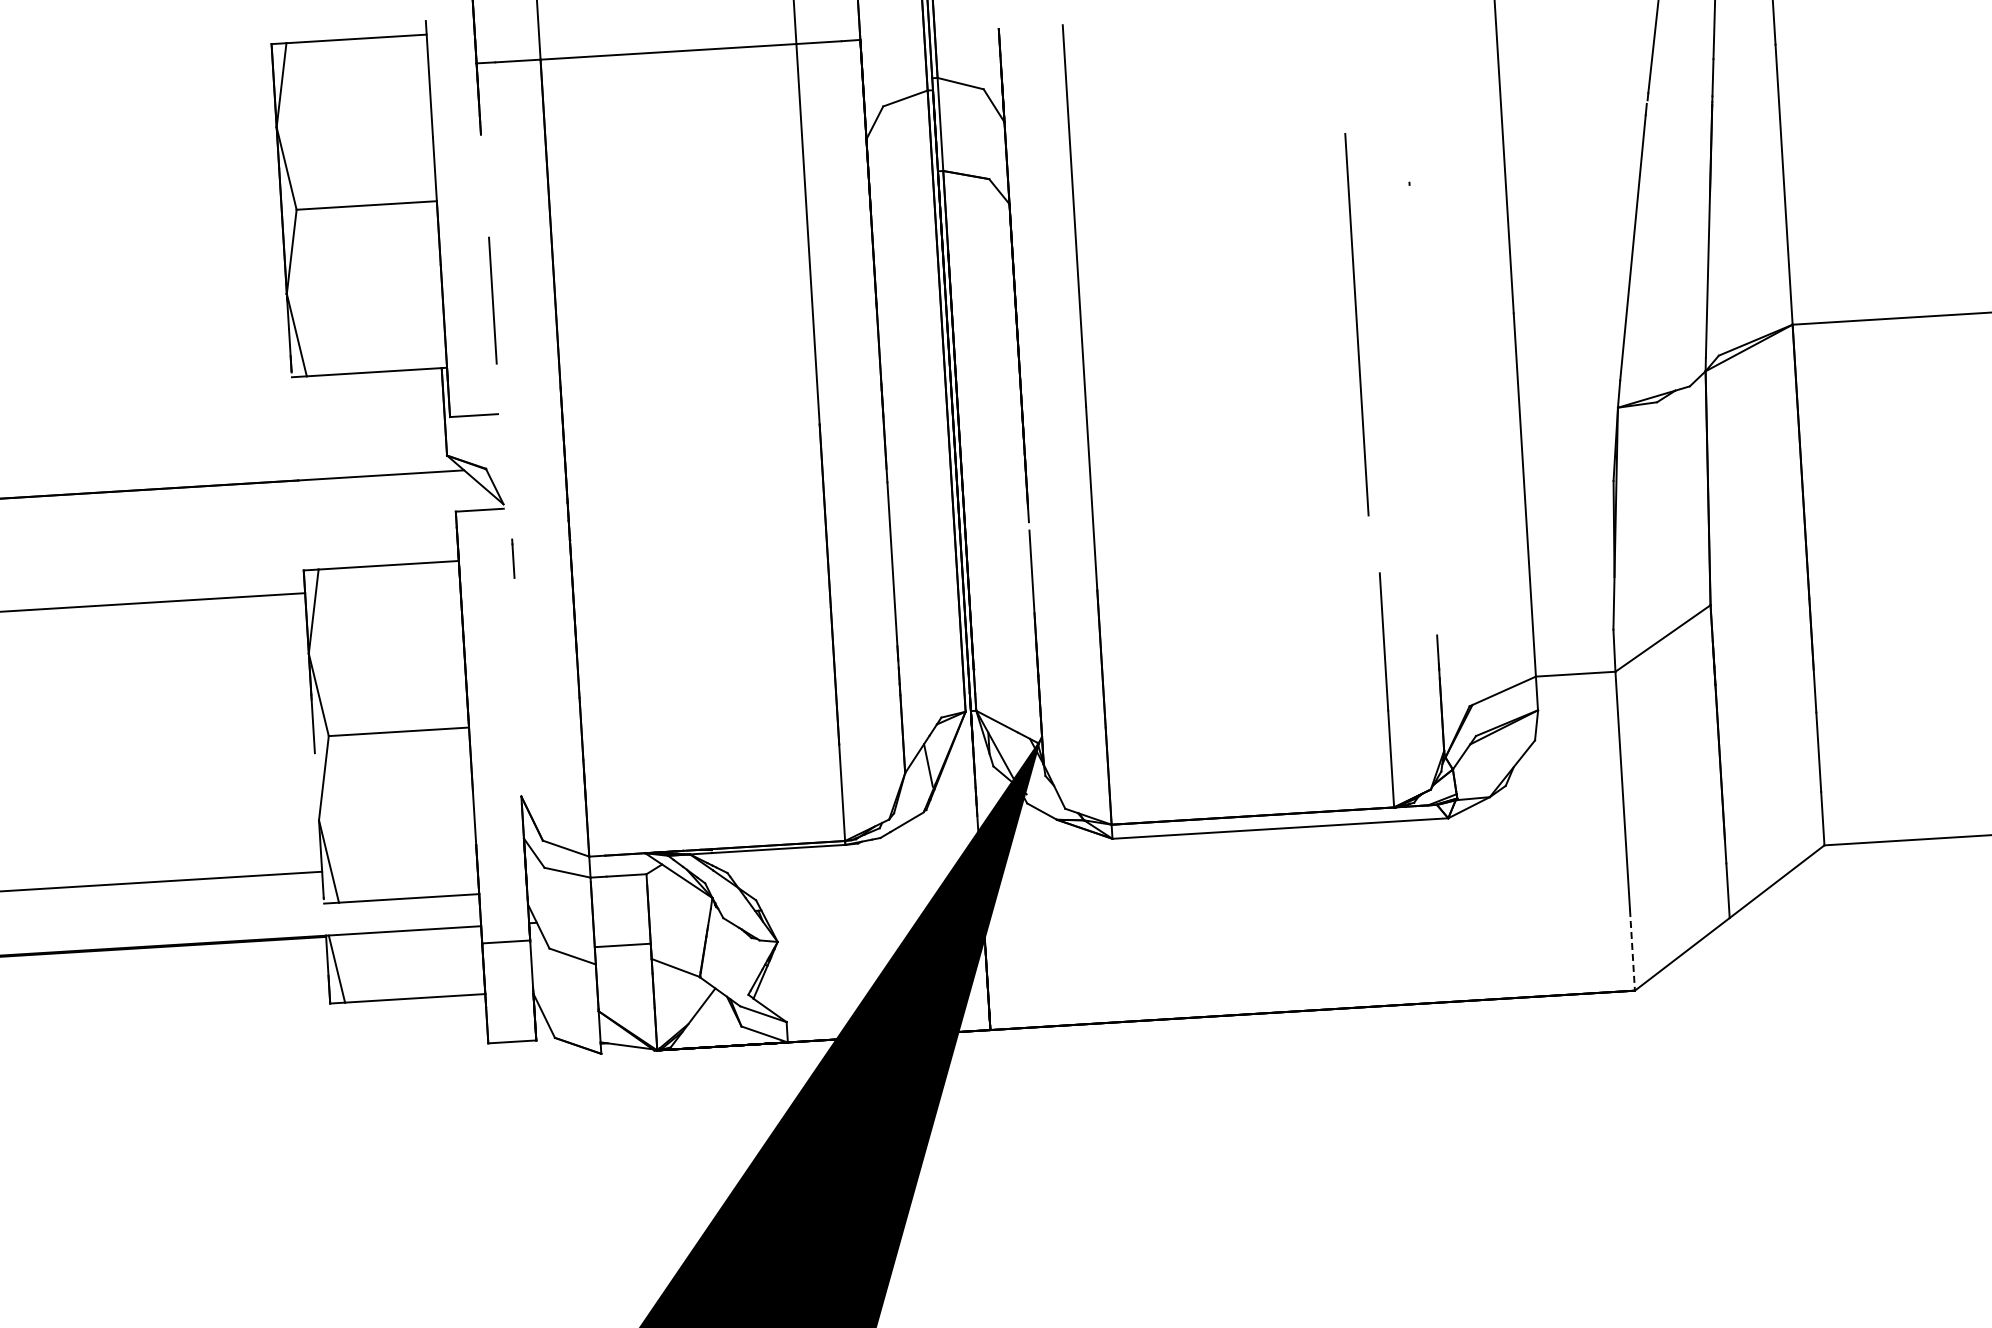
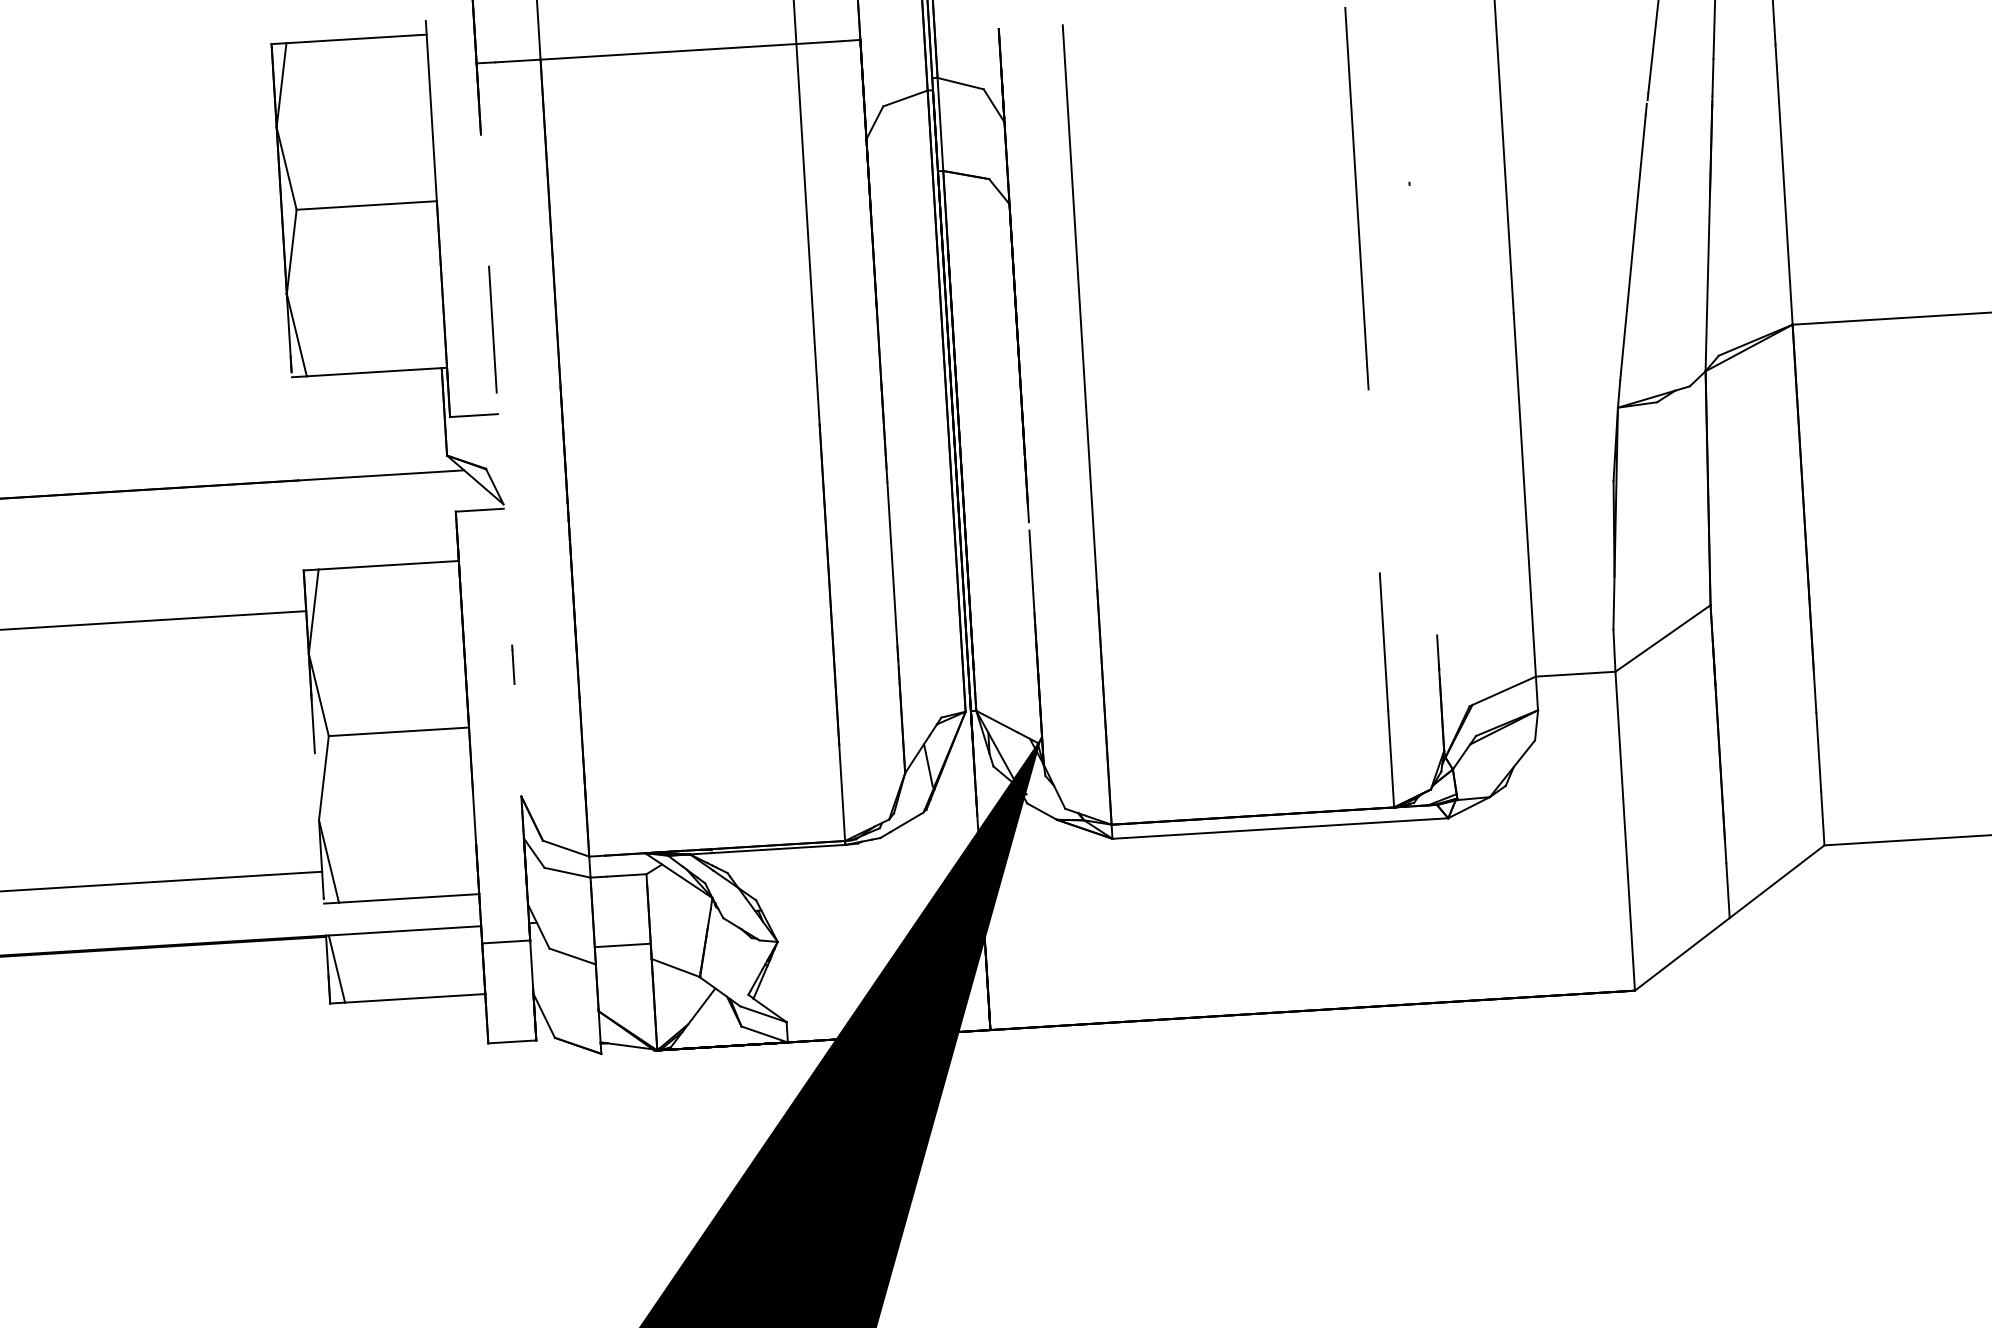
line at (492, 300) position: (492, 300) -> (492, 329)
line at (1356, 324) position: (1356, 324) -> (1356, 198)
line at (513, 558) position: (513, 558) -> (513, 664)
line at (153, 602) position: (153, 602) -> (154, 620)
line at (1632, 950): dashed -> solid
